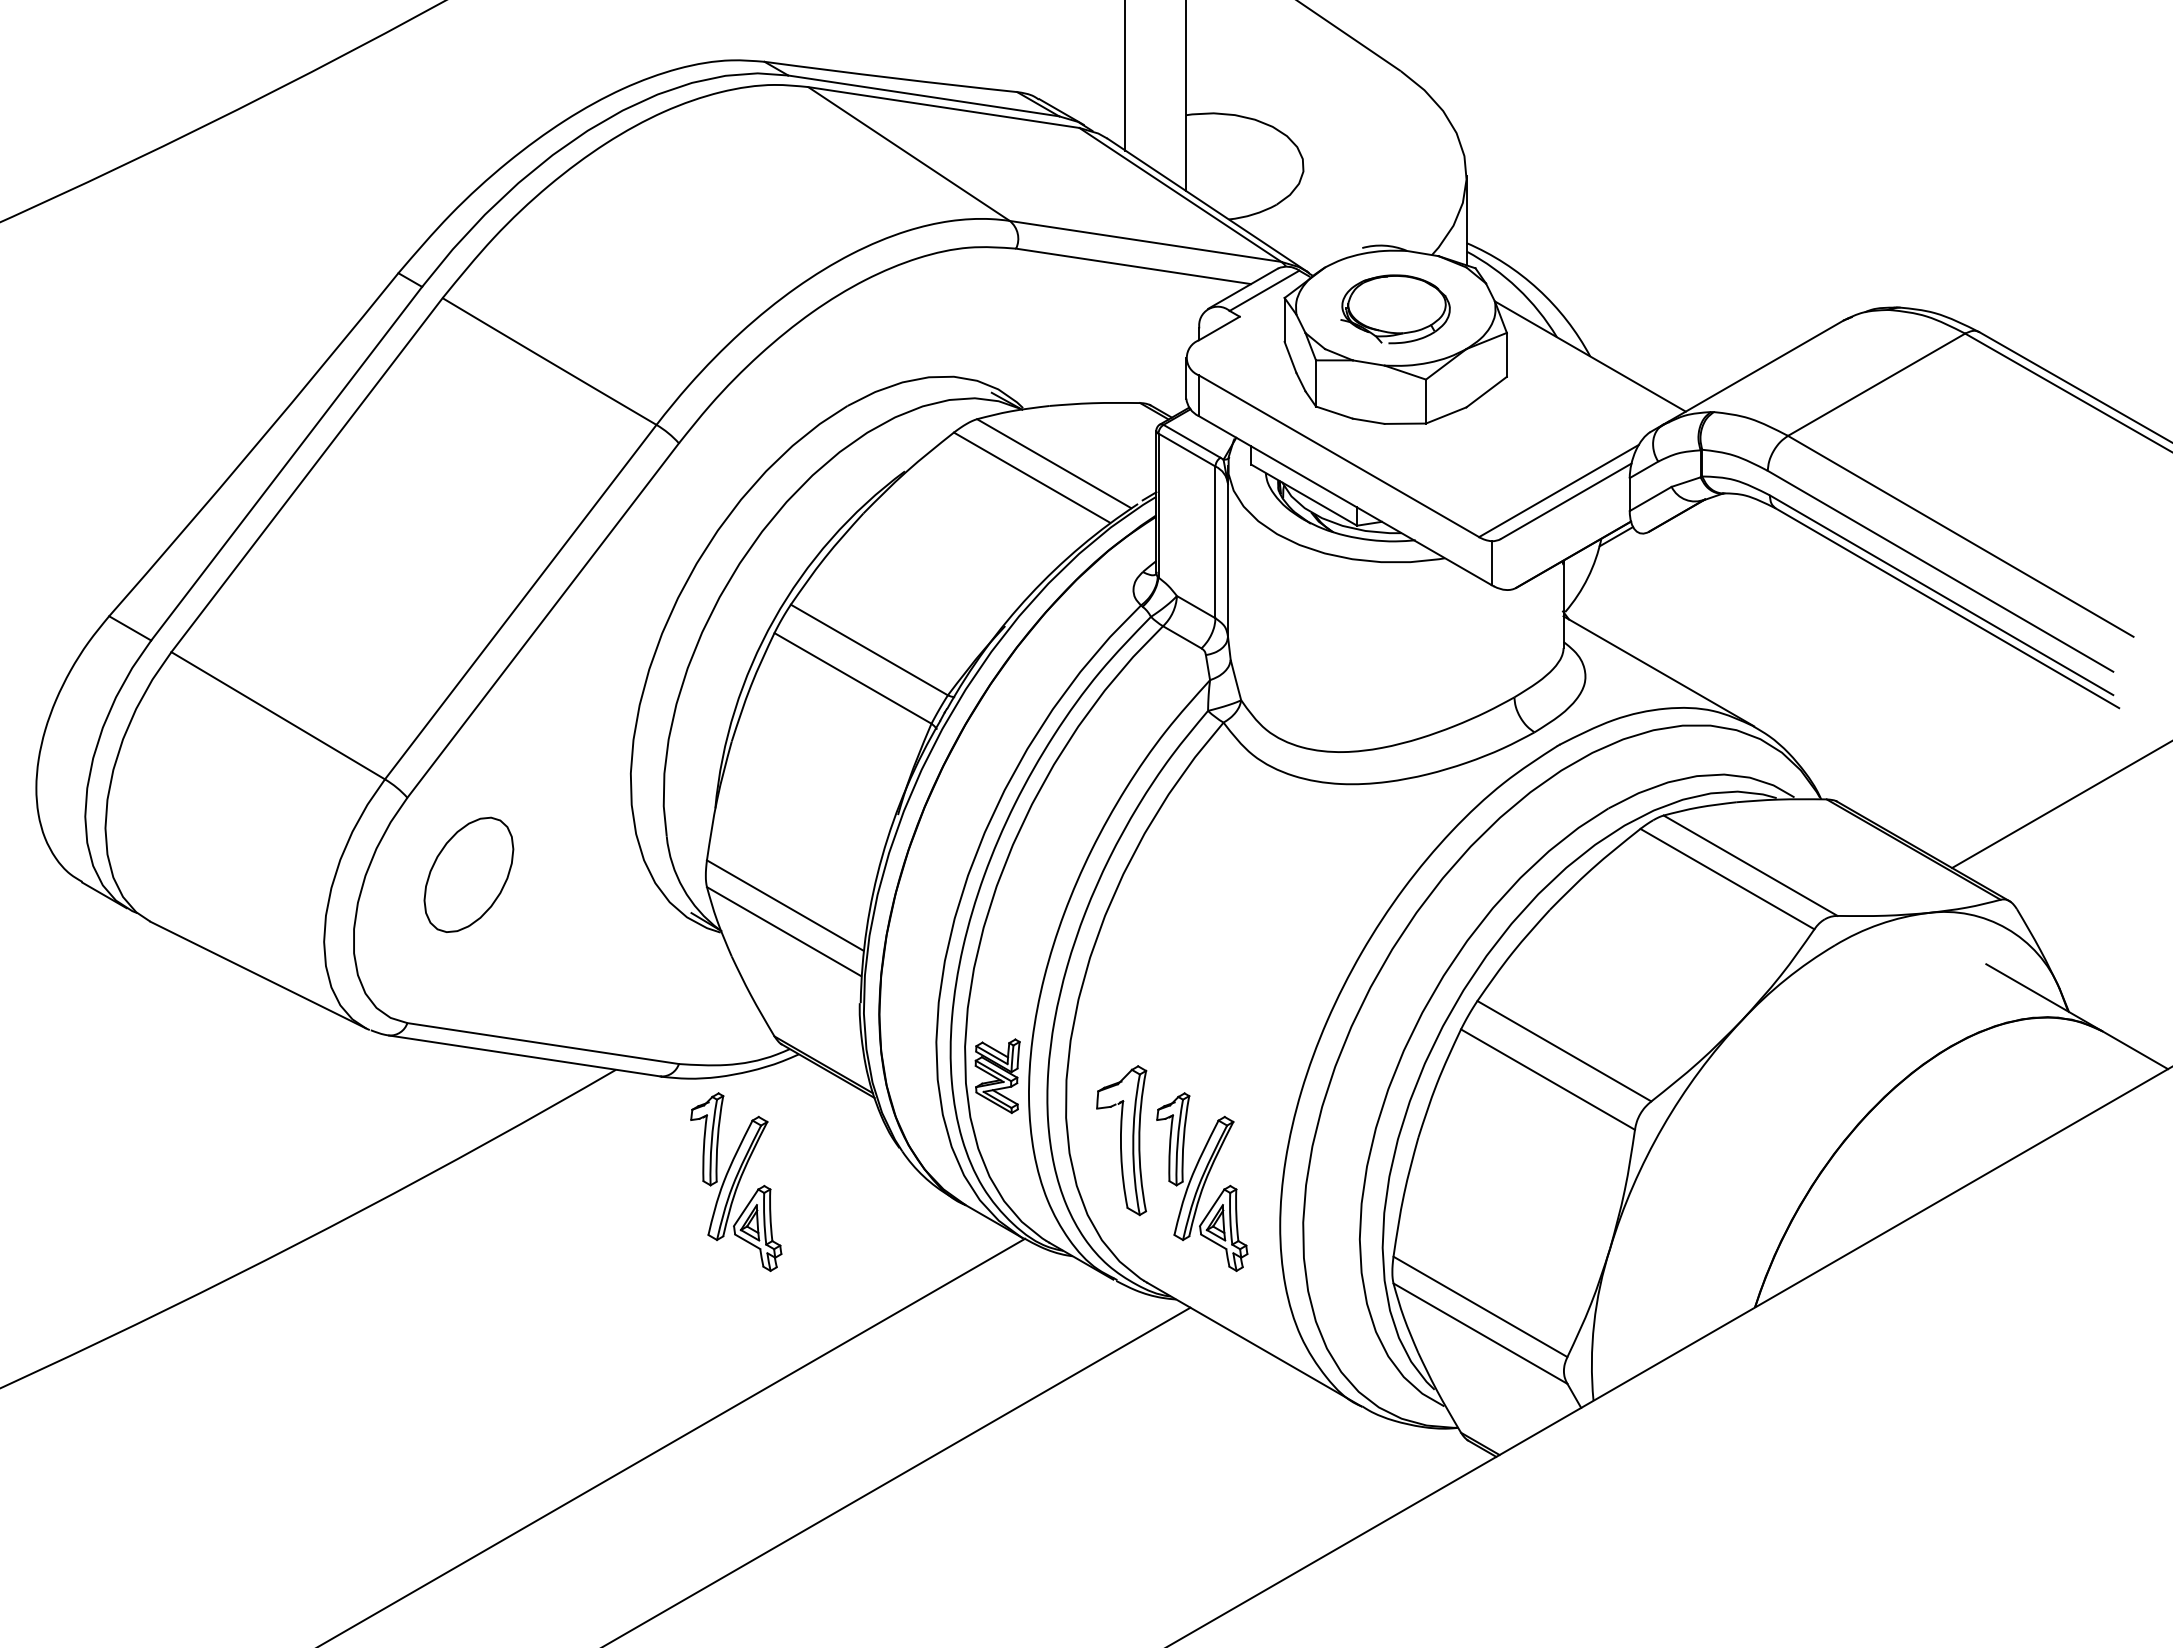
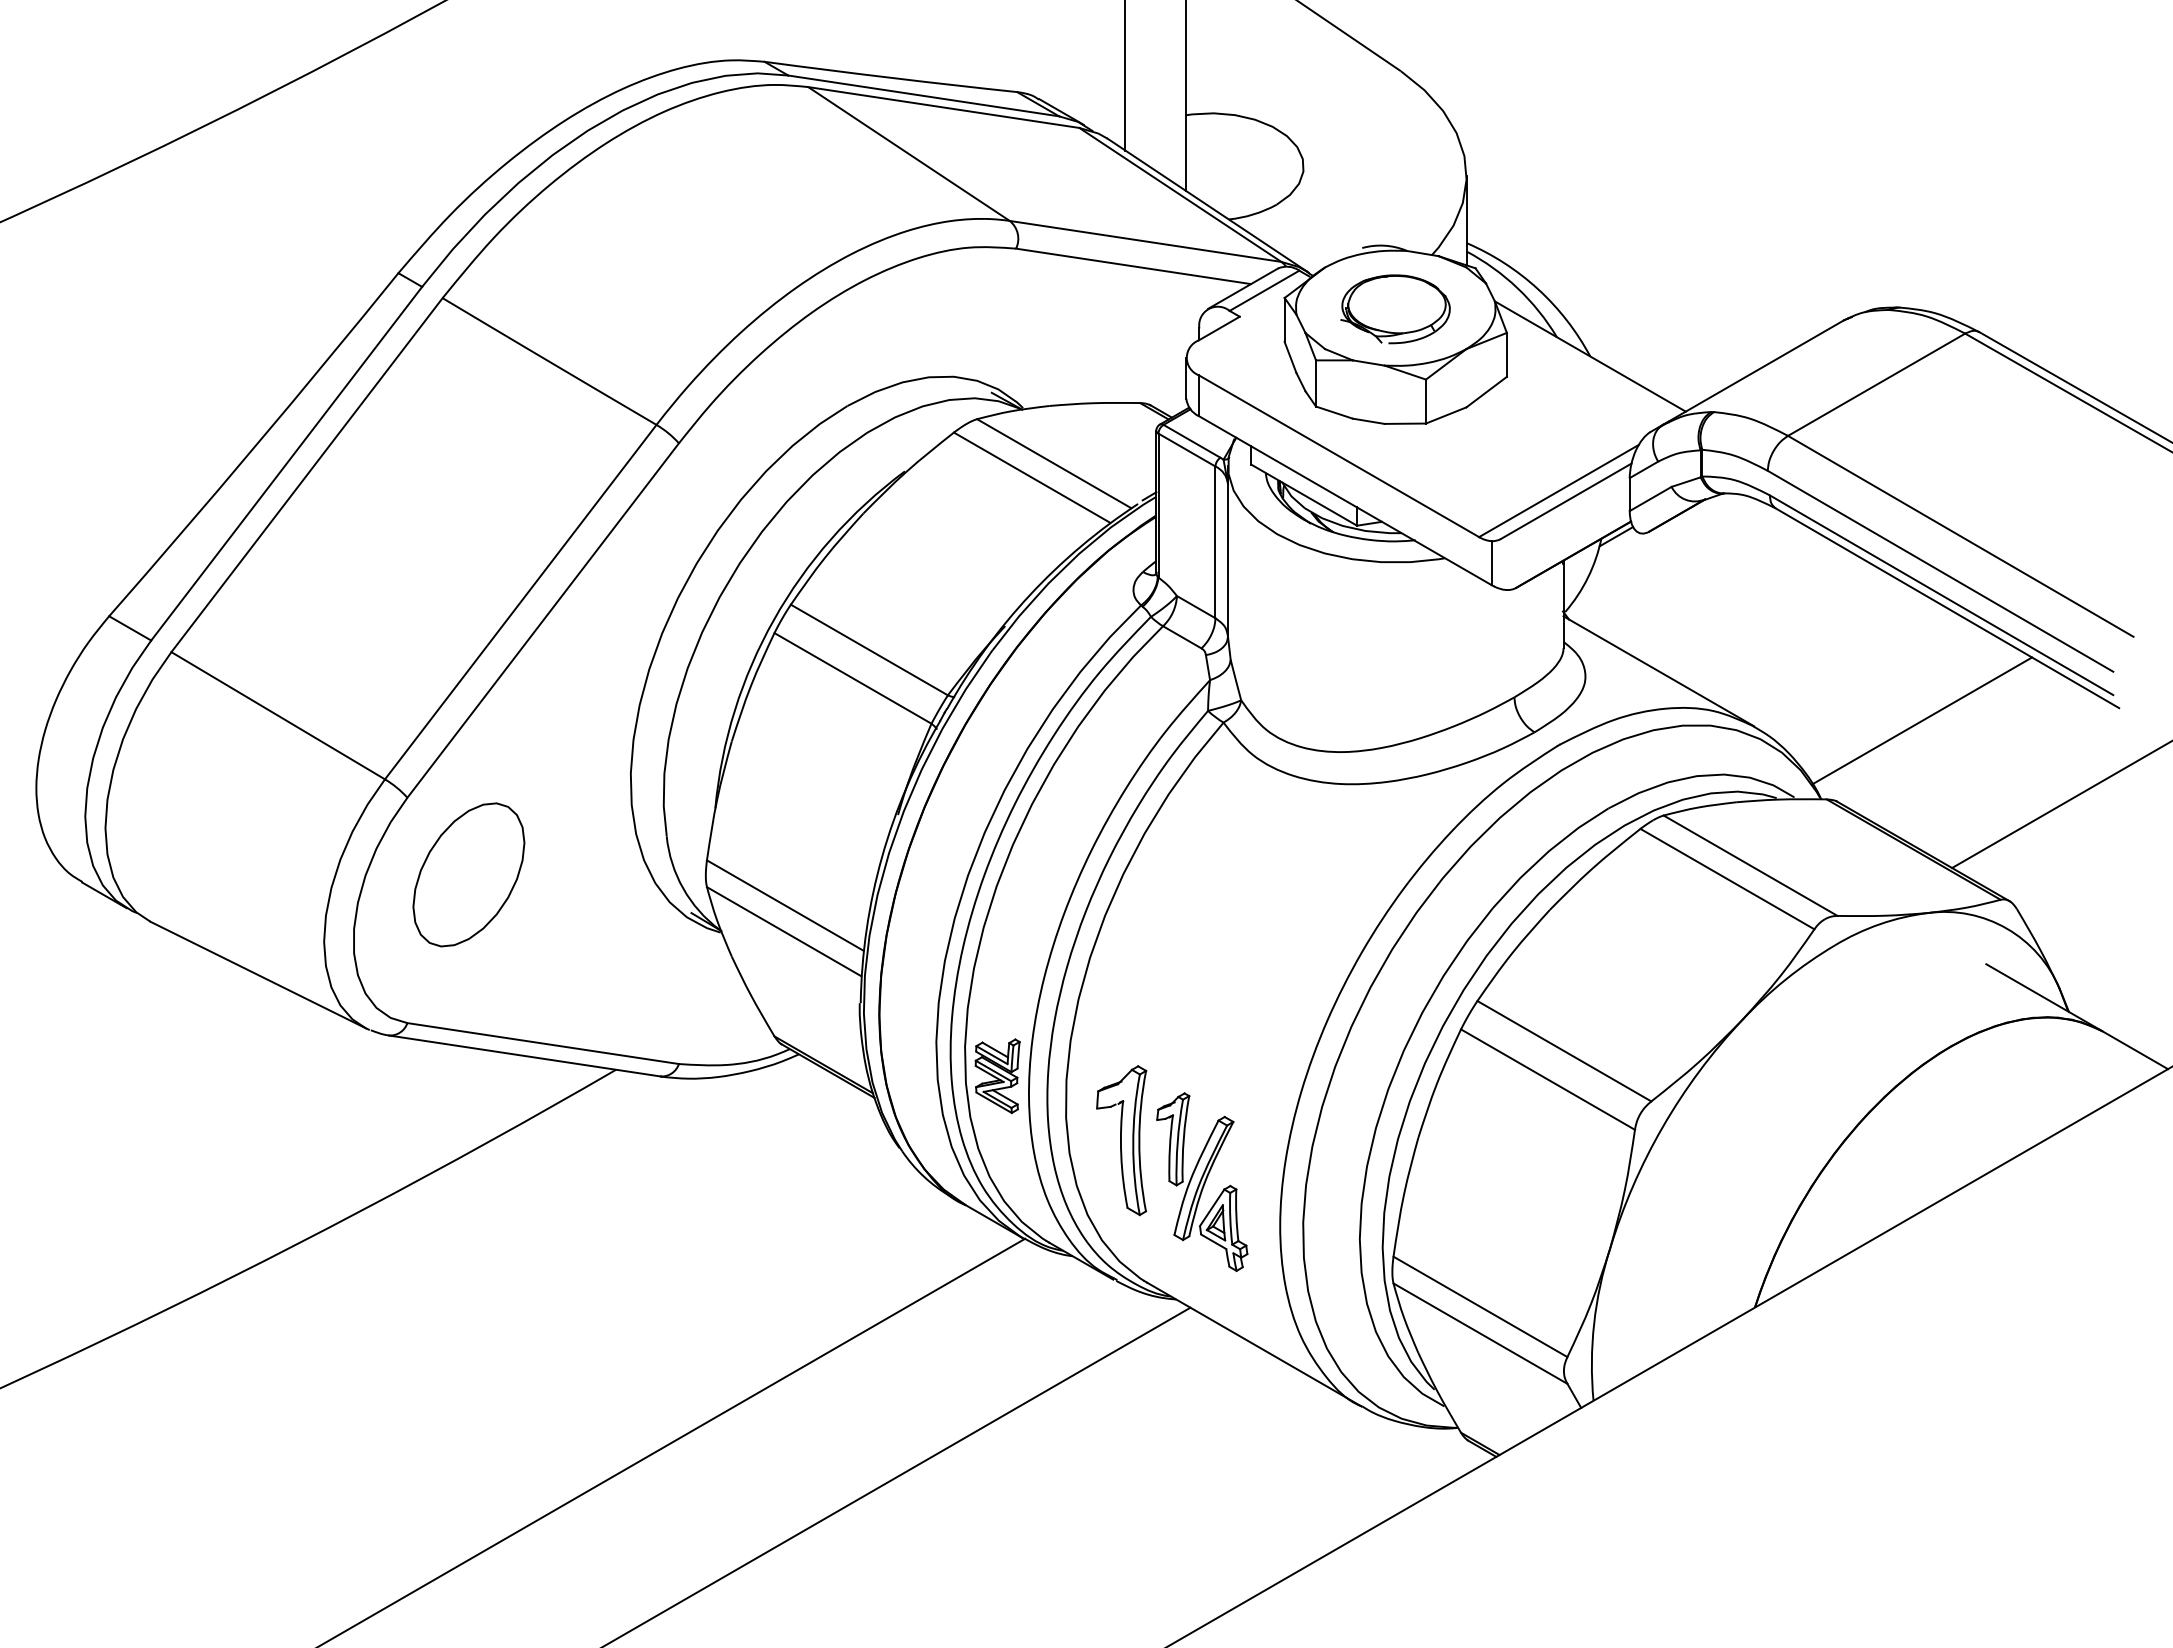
line at (1922, 720): none -> present
part at (468, 874) size: 92x117 px -> 114x146 px
part at (736, 1181): present -> none
